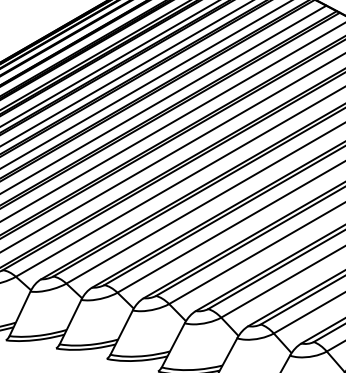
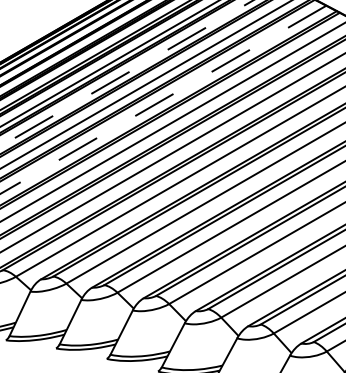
line at (126, 73): solid -> dashed
line at (162, 100): solid -> dashed
